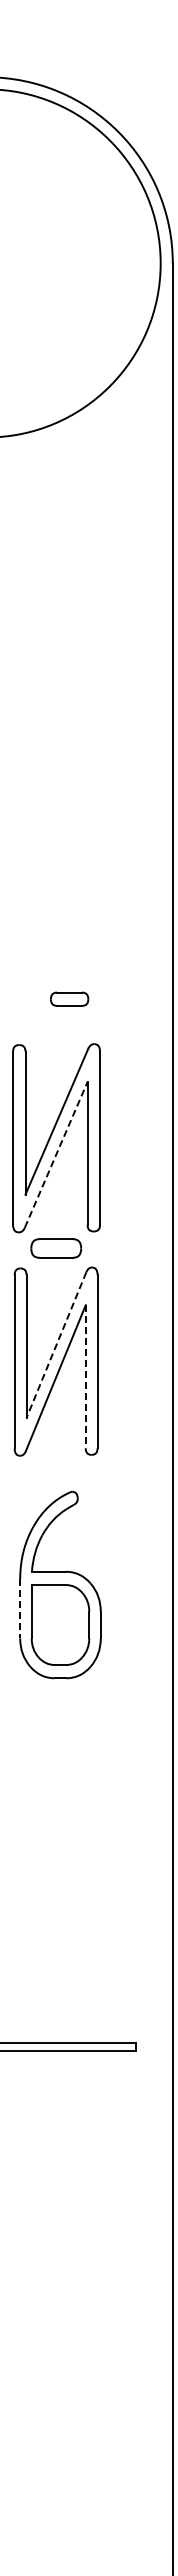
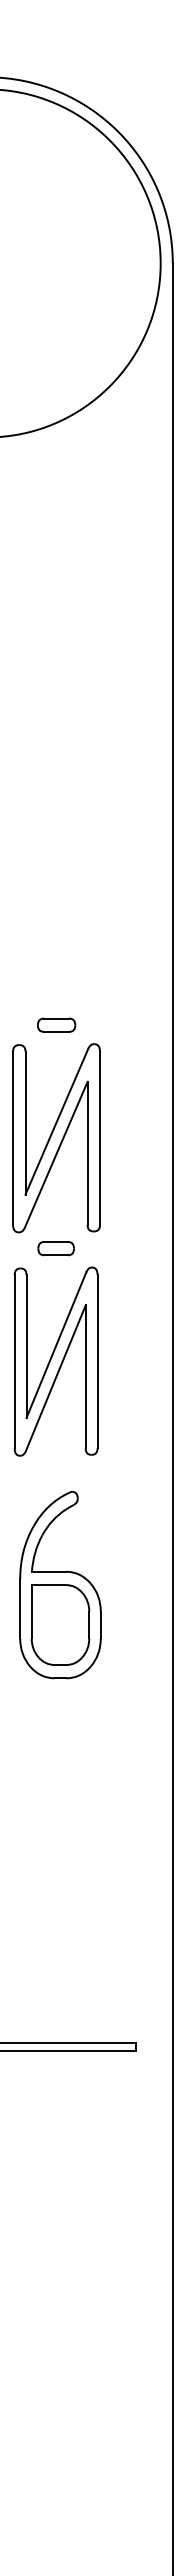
part at (69, 998) position: (69, 998) -> (56, 1024)
line at (56, 1154): dashed -> solid
part at (56, 1248) size: 53x21 px -> 38x16 px
line at (56, 1345): dashed -> solid
line at (85, 1377): dashed -> solid
line at (20, 1608): dashed -> solid
